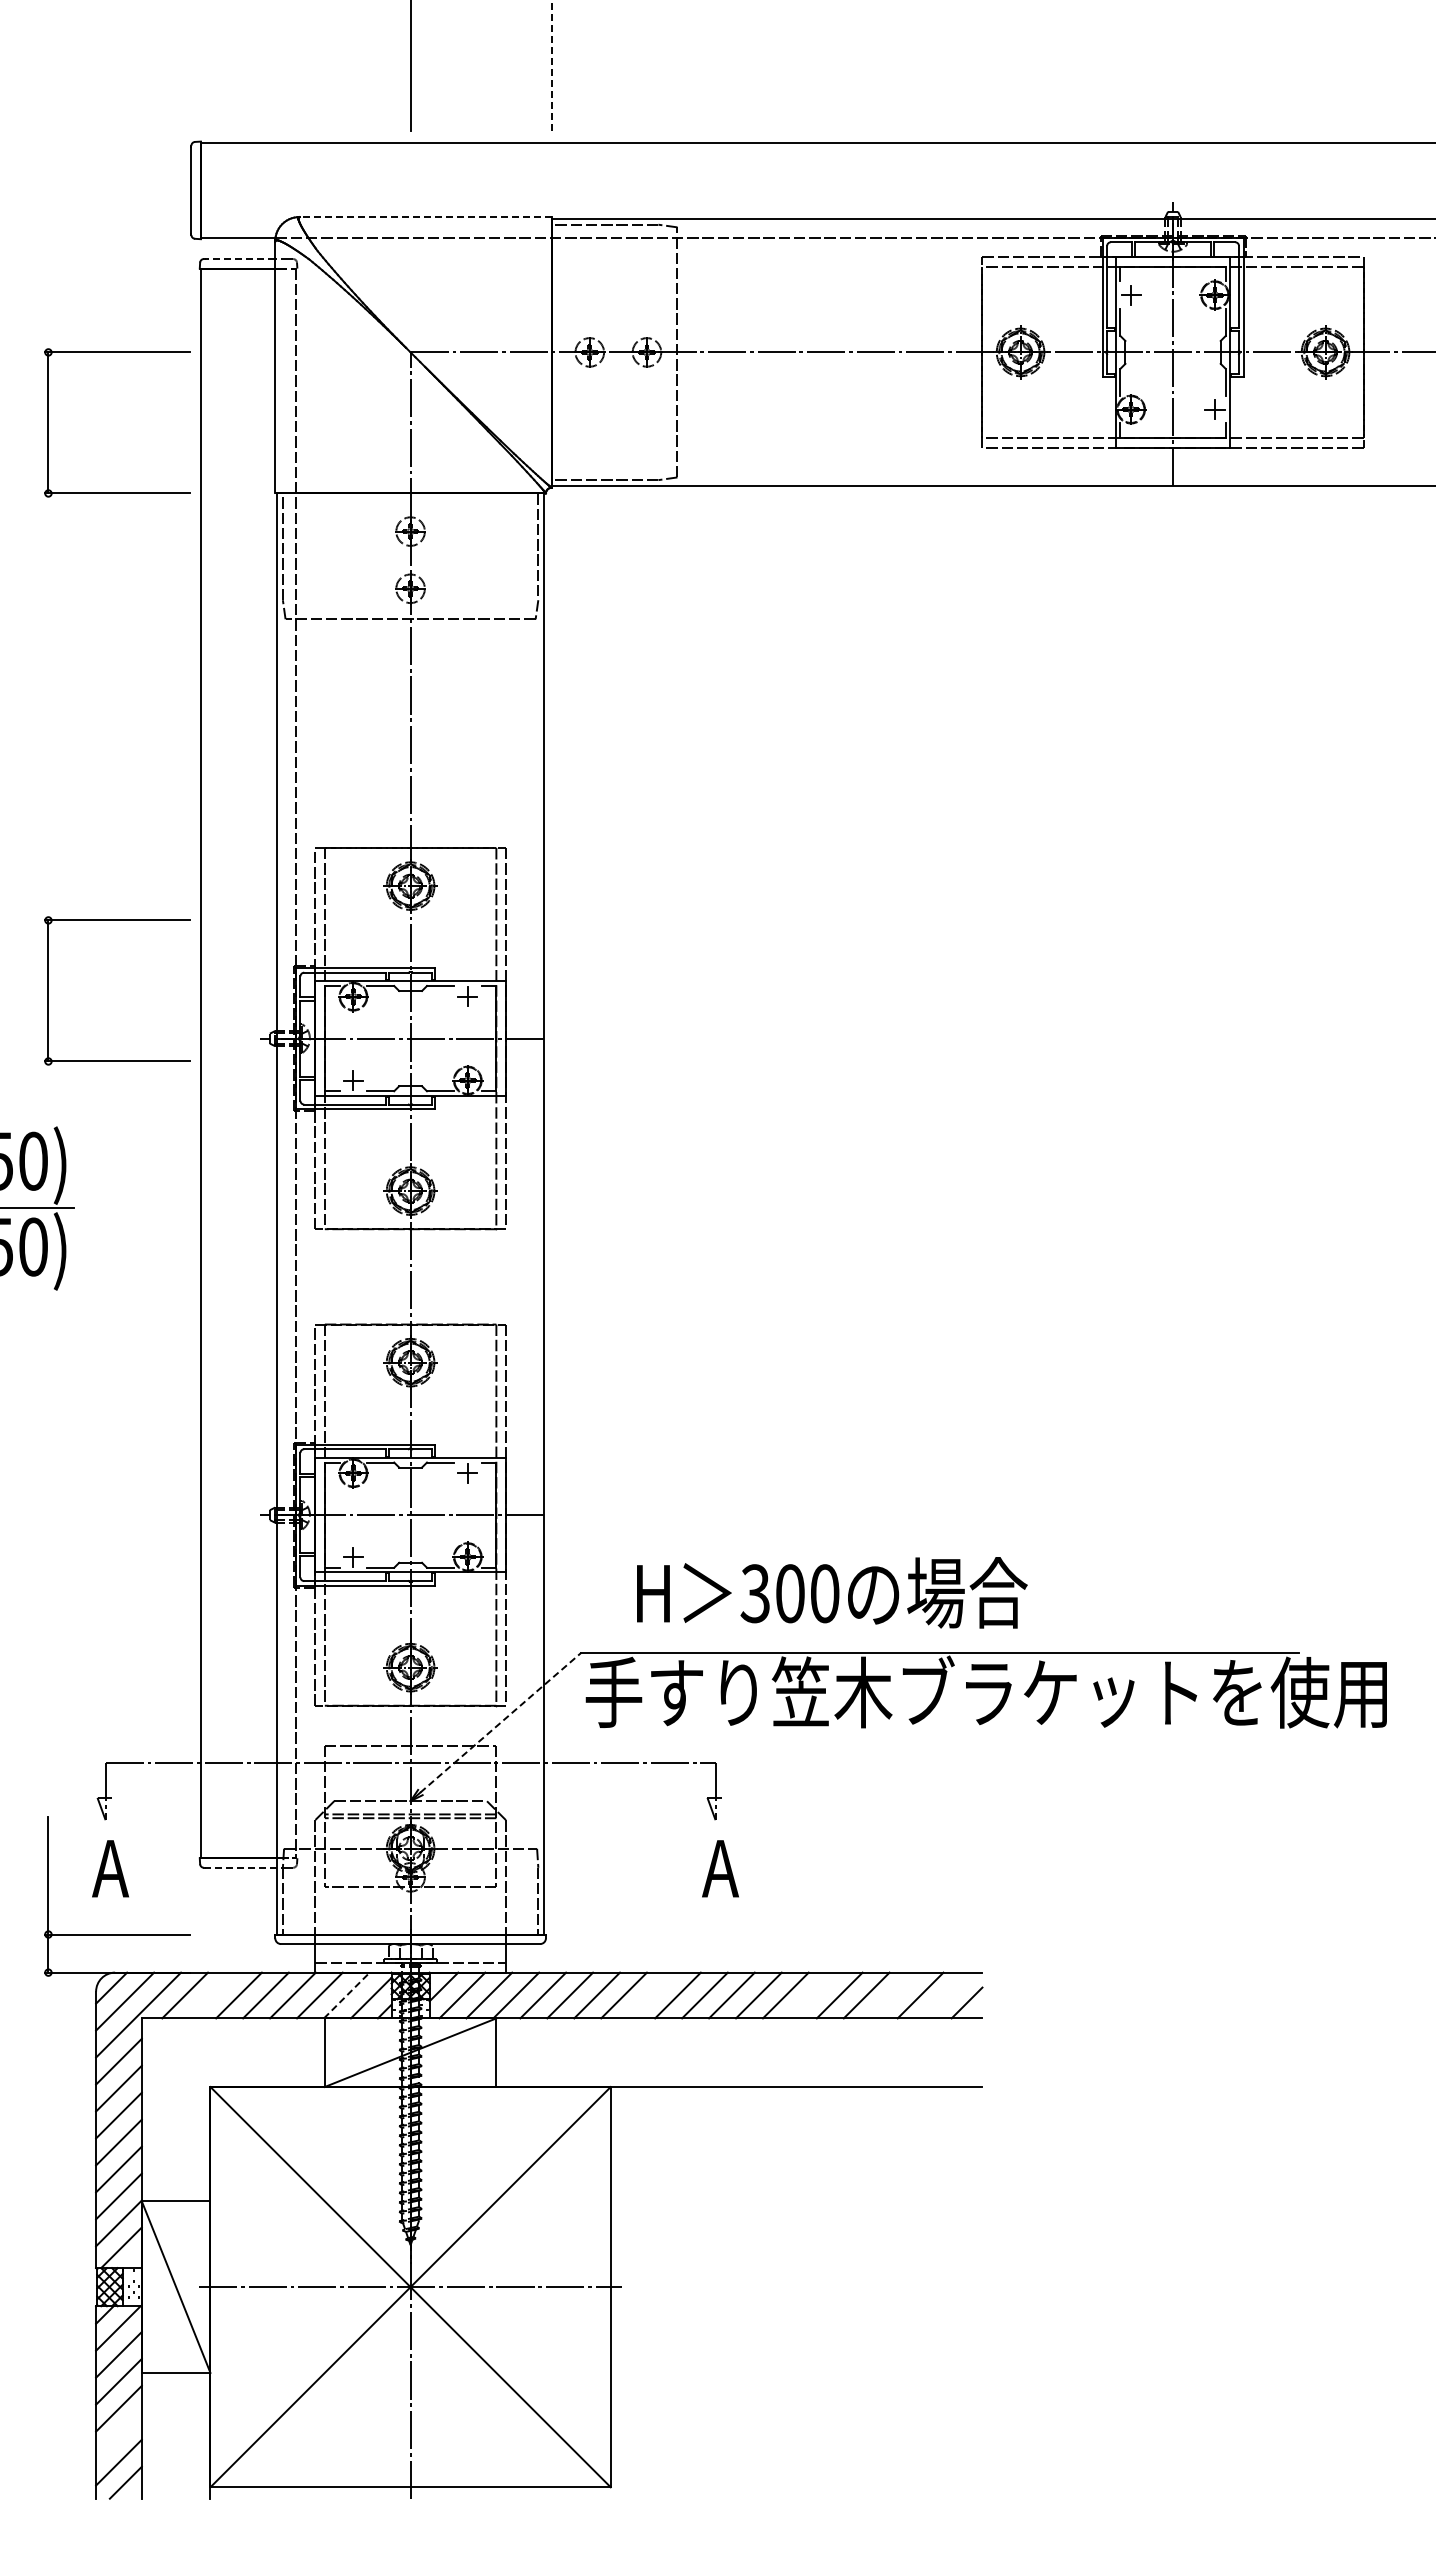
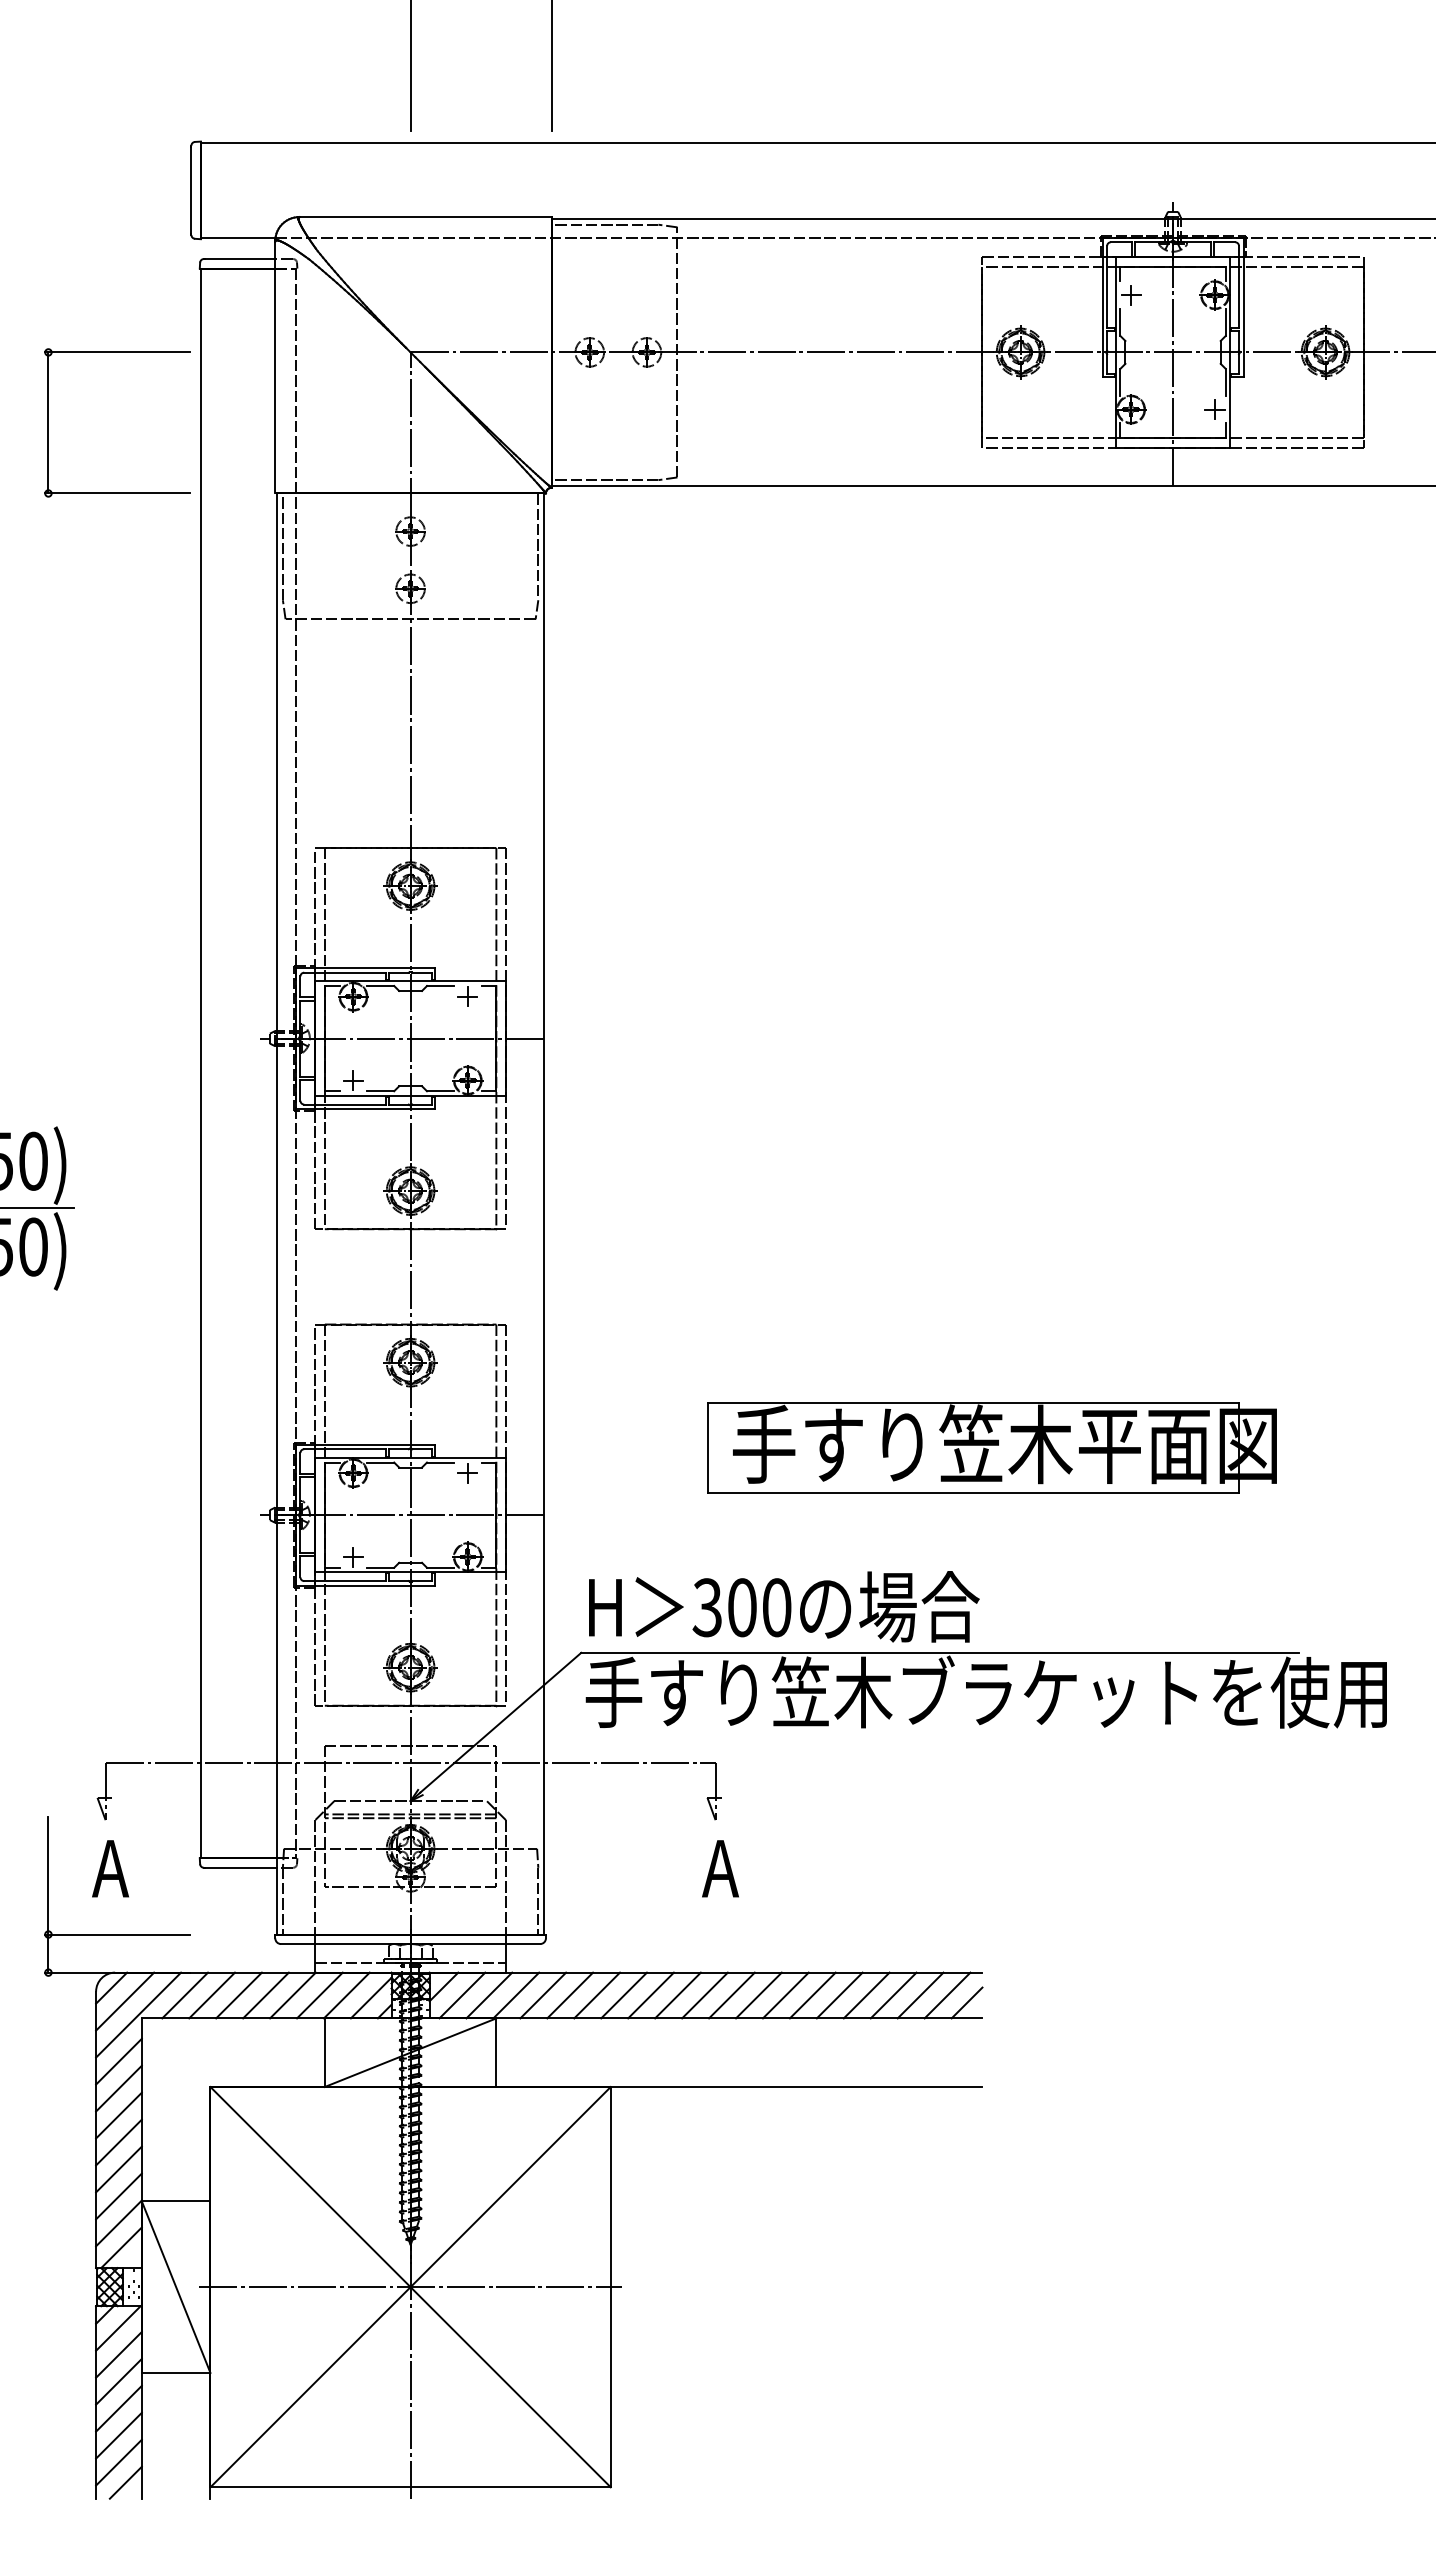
line at (551, 65): dashed -> solid
line at (424, 217): dashed -> solid
line at (239, 259): dashed -> solid
part at (48, 990): present -> none
part at (991, 1447): none -> present
text at (832, 1592) position: (832, 1592) -> (784, 1606)
line at (500, 1722): dashed -> solid
line at (240, 1867): dashed -> solid
line at (211, 1995): none -> present
line at (347, 1995): dashed -> solid
line at (650, 1995): none -> present
line at (812, 1995): none -> present
line at (893, 1995): none -> present
line at (947, 1995): none -> present
line at (118, 2435): none -> present
